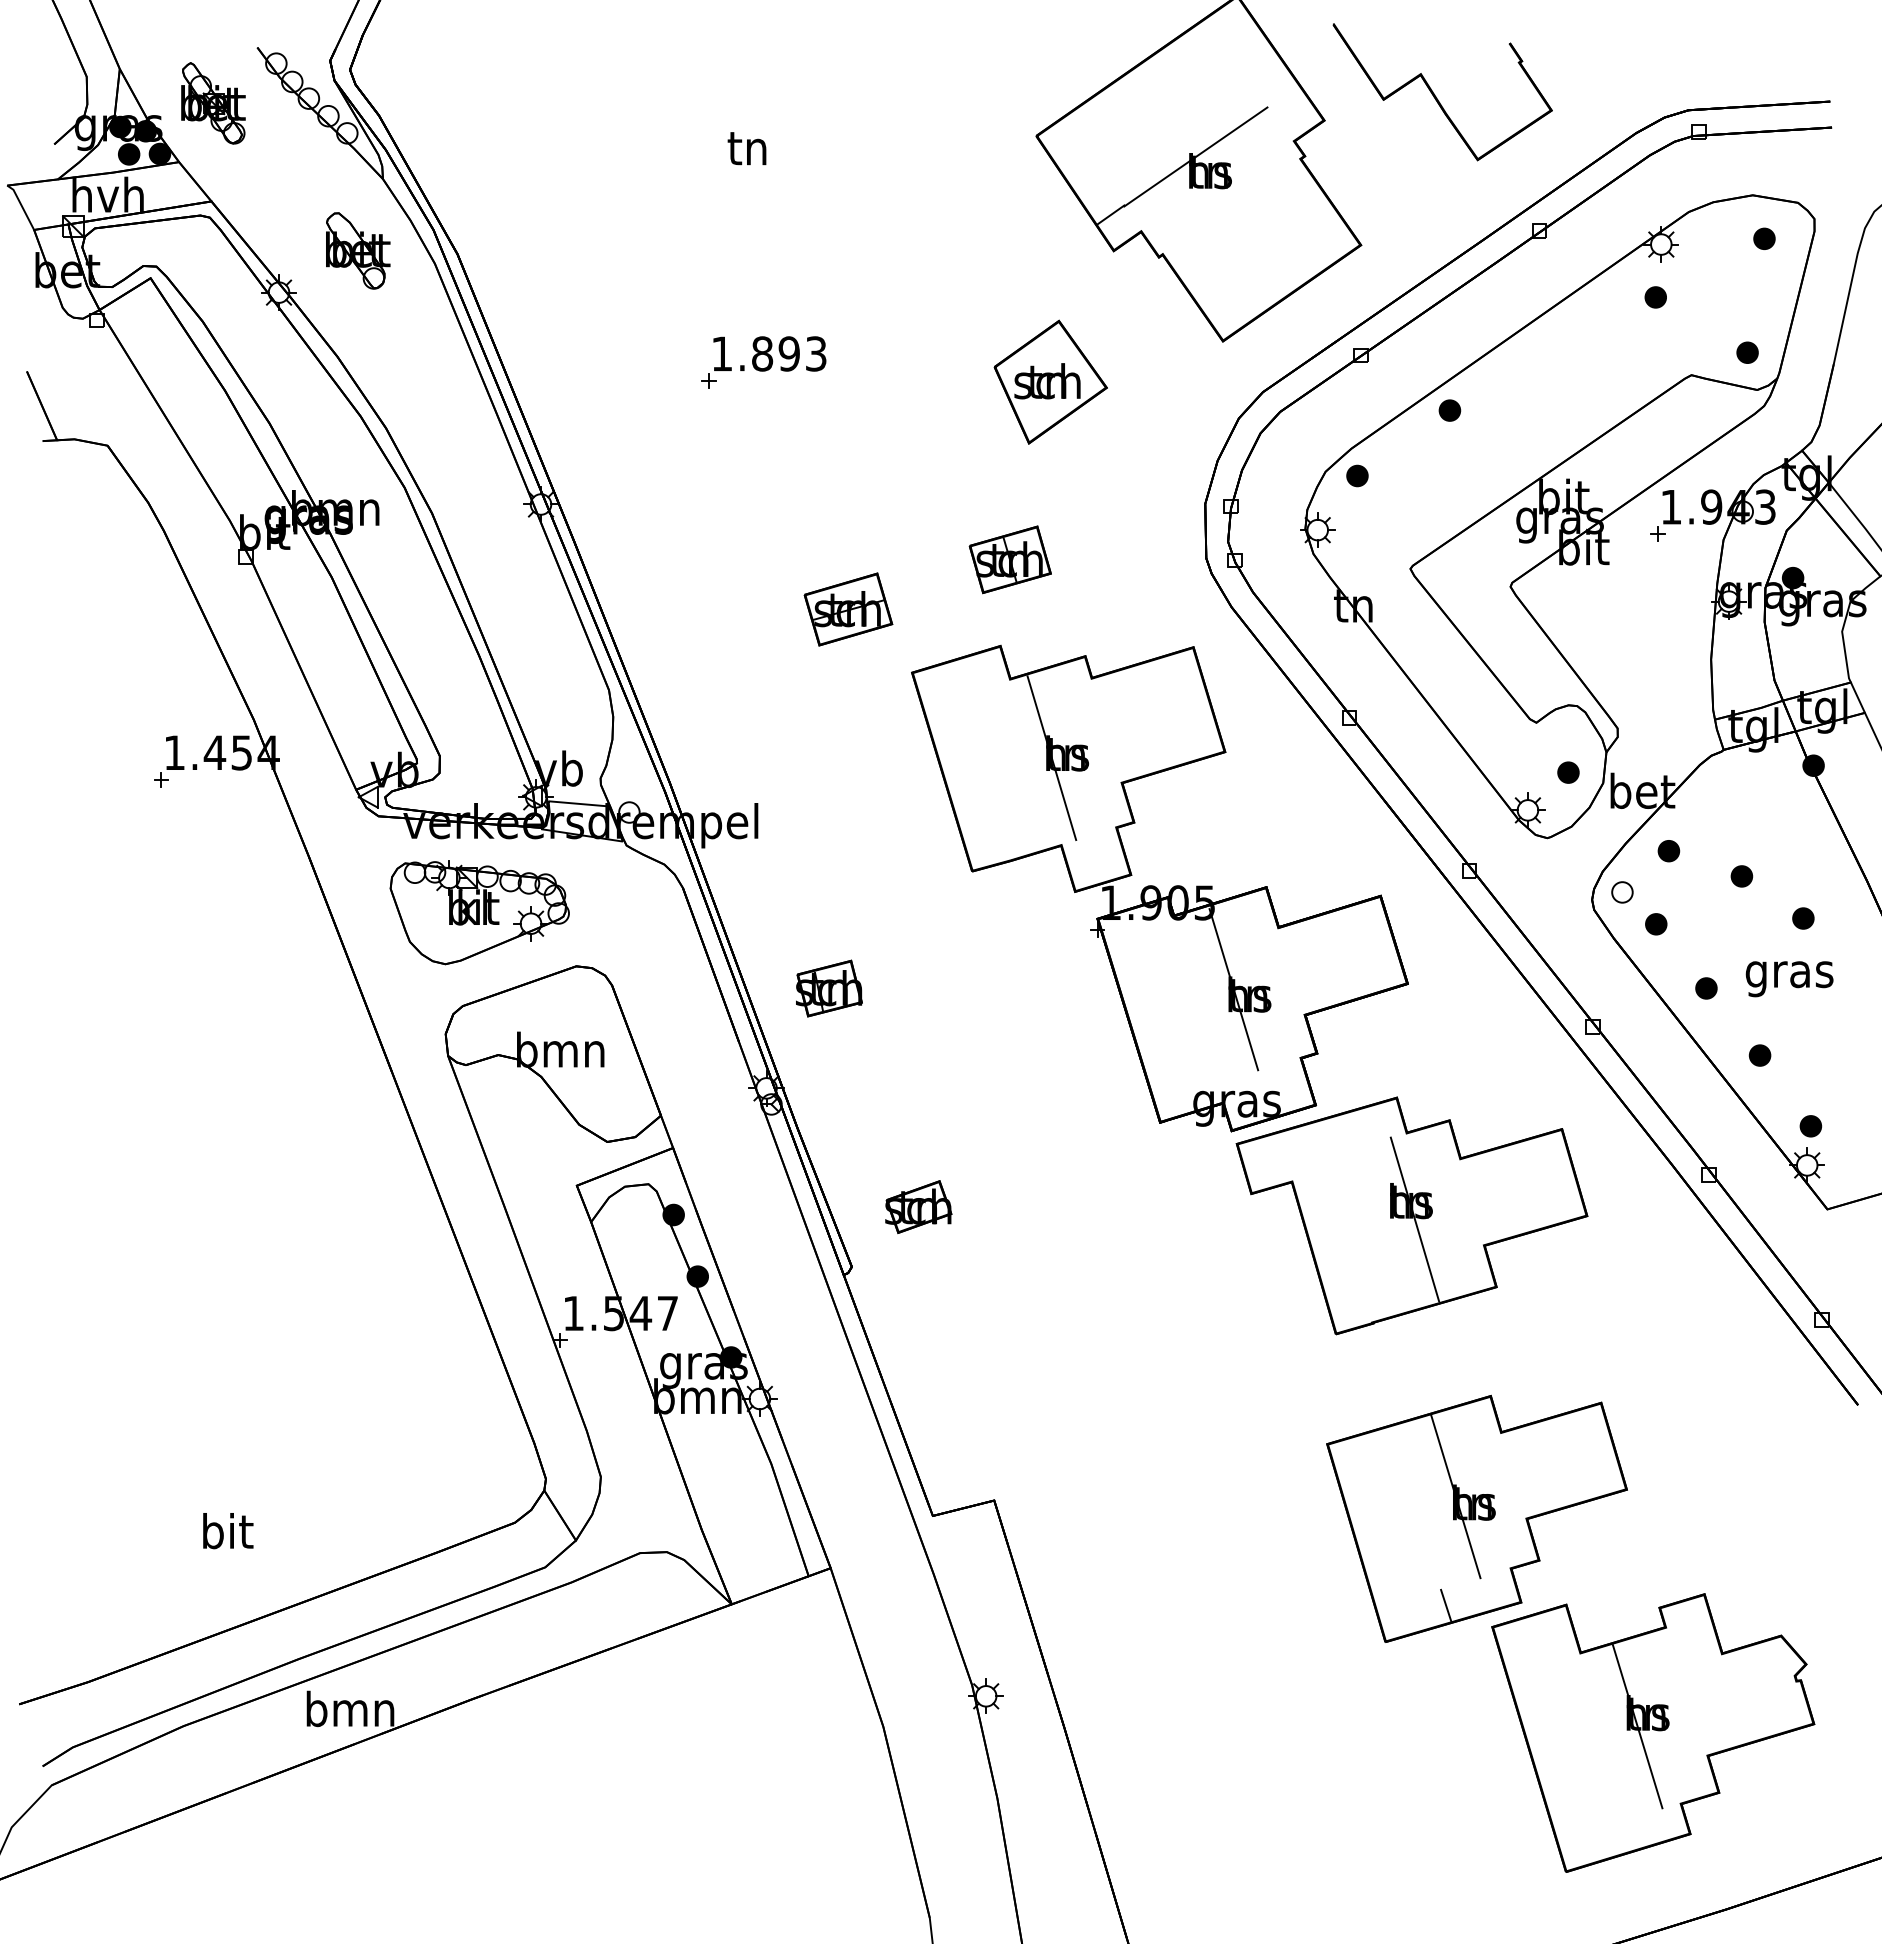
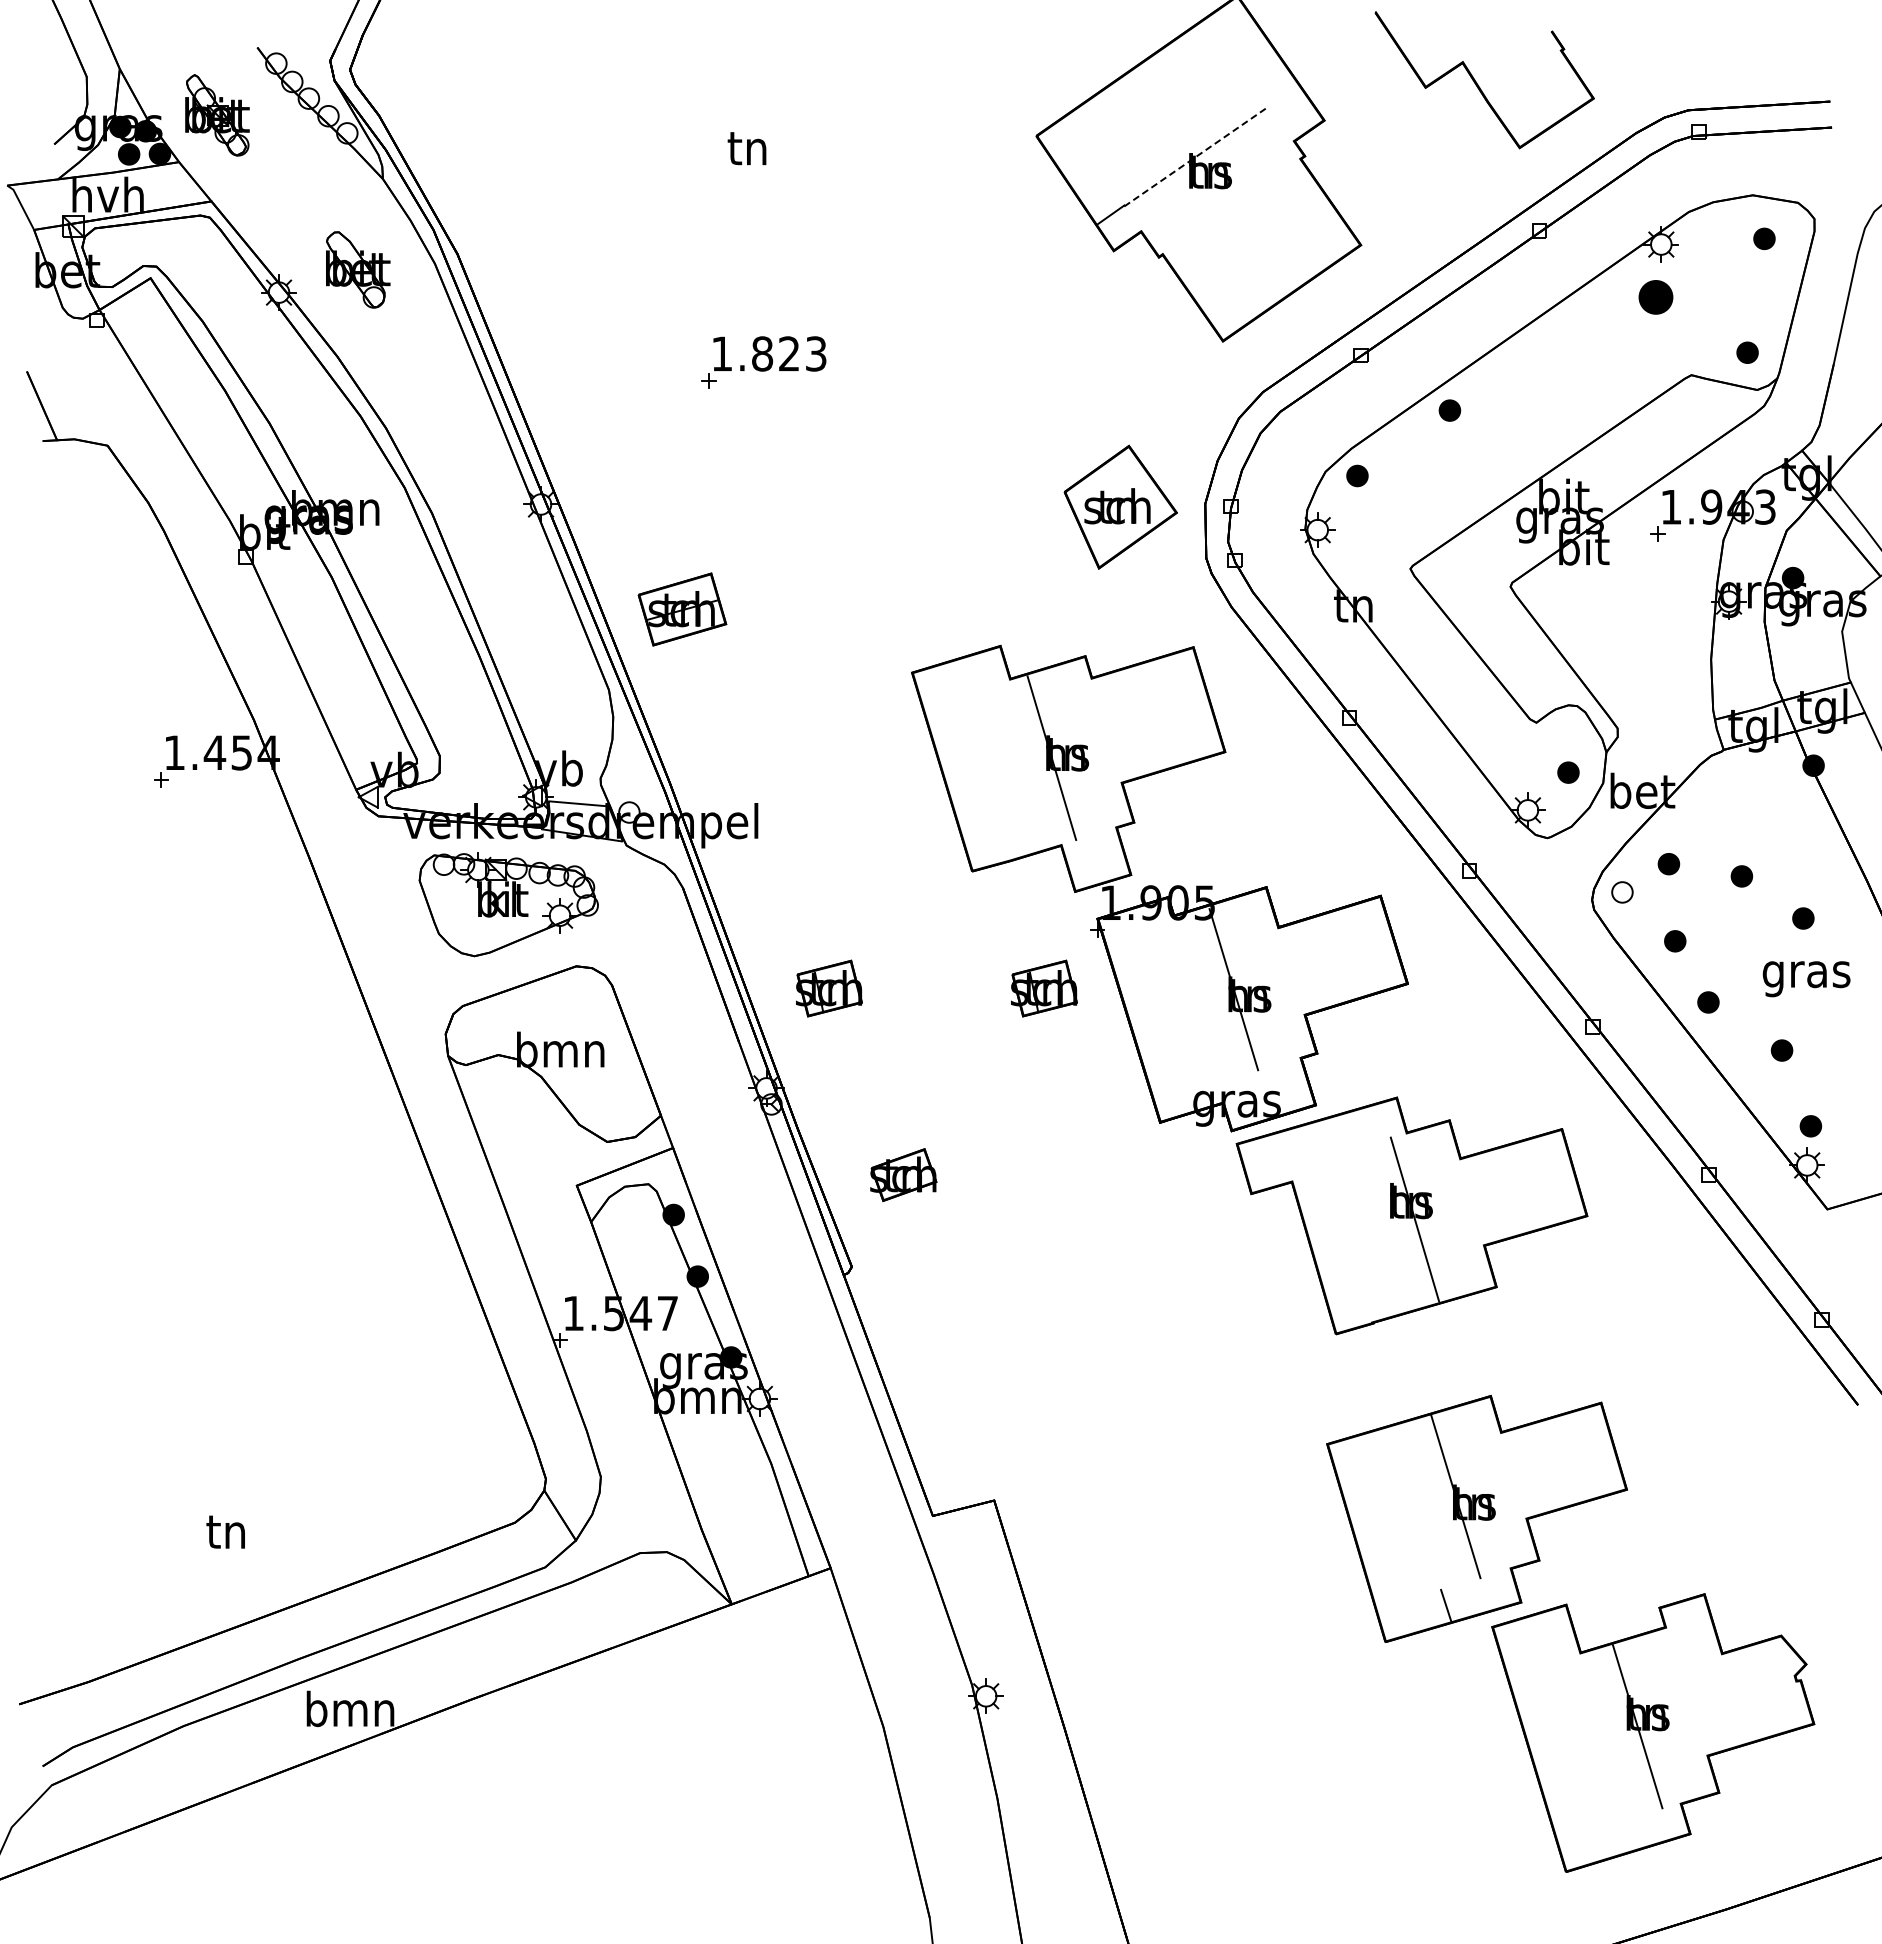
part at (1436, 96) position: (1436, 96) -> (1478, 84)
part at (213, 103) position: (213, 103) -> (217, 115)
line at (1196, 156): solid -> dashed
part at (358, 250) position: (358, 250) -> (358, 269)
part at (1655, 297) size: 23x23 px -> 36x35 px
text at (788, 353): 1.893 -> 1.823
part at (1050, 381) position: (1050, 381) -> (1120, 506)
part at (1009, 559): present -> none
part at (848, 609) position: (848, 609) -> (682, 609)
part at (1668, 851) position: (1668, 851) -> (1668, 864)
part at (479, 912) position: (479, 912) -> (508, 904)
part at (1656, 924) position: (1656, 924) -> (1675, 941)
text at (1789, 979) position: (1789, 979) -> (1806, 979)
part at (1044, 988): none -> present
part at (1706, 988) position: (1706, 988) -> (1708, 1002)
part at (1759, 1055) position: (1759, 1055) -> (1781, 1050)
part at (918, 1206) position: (918, 1206) -> (903, 1174)
text at (228, 1531): bit -> tn
